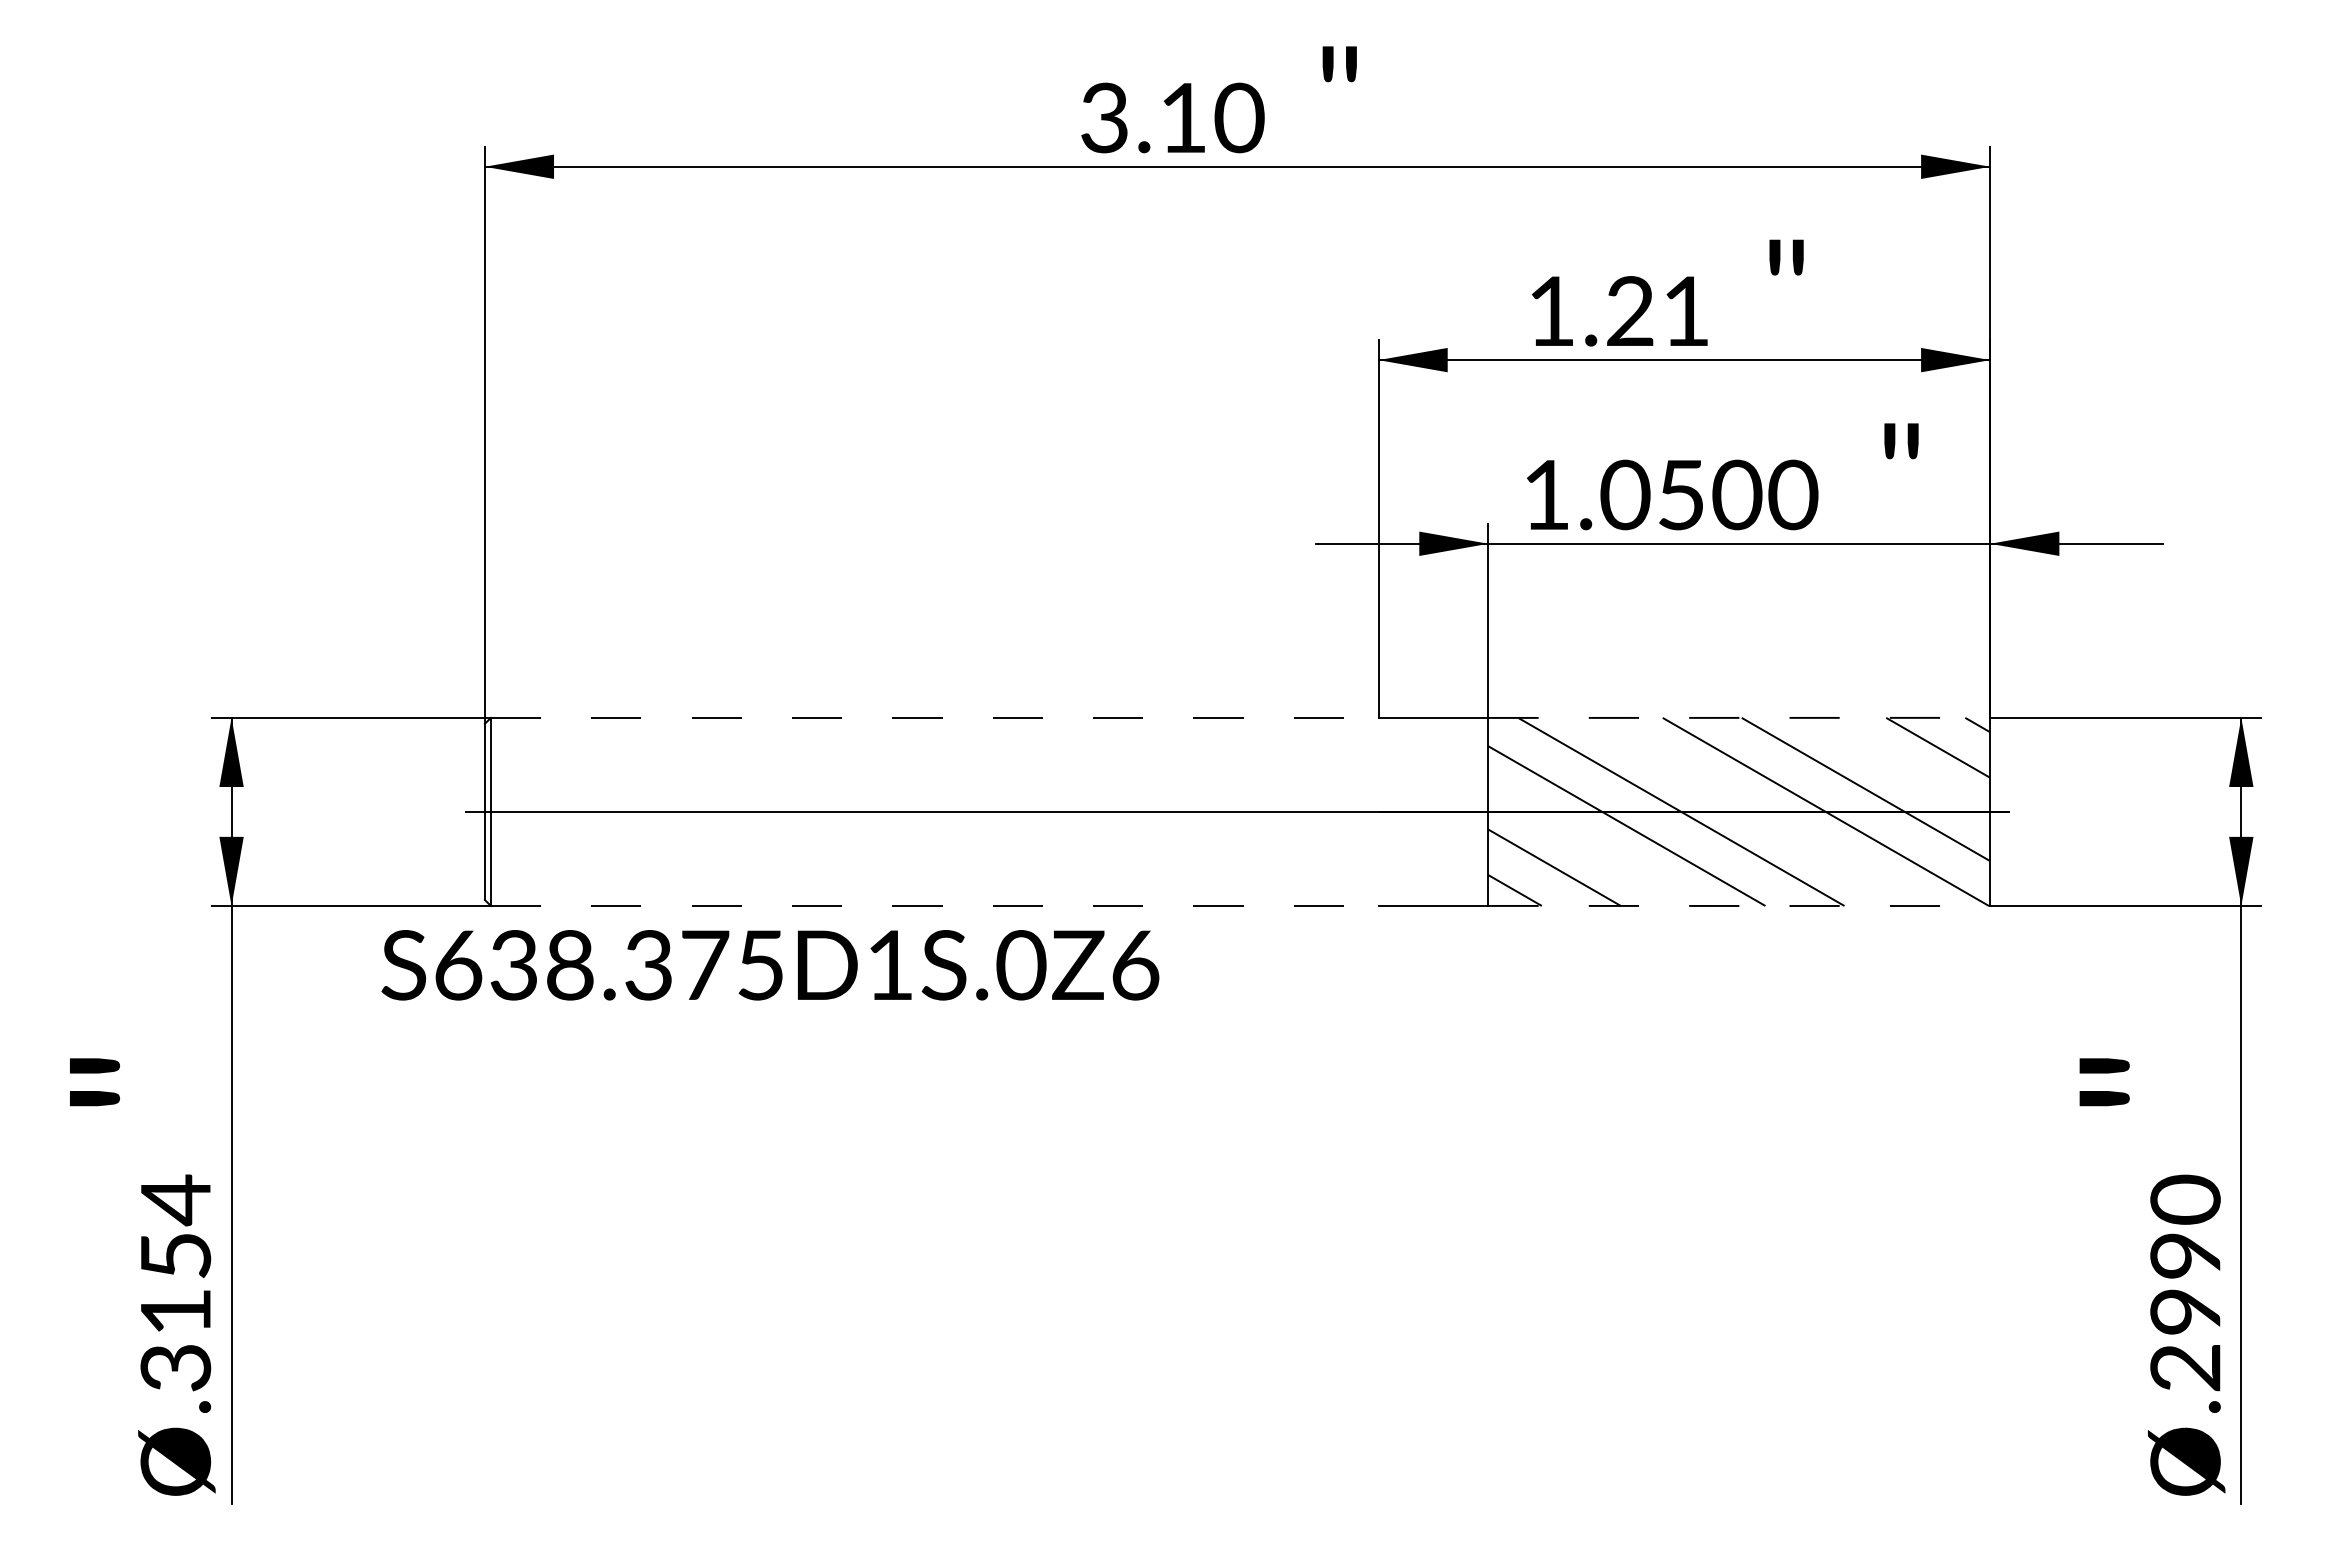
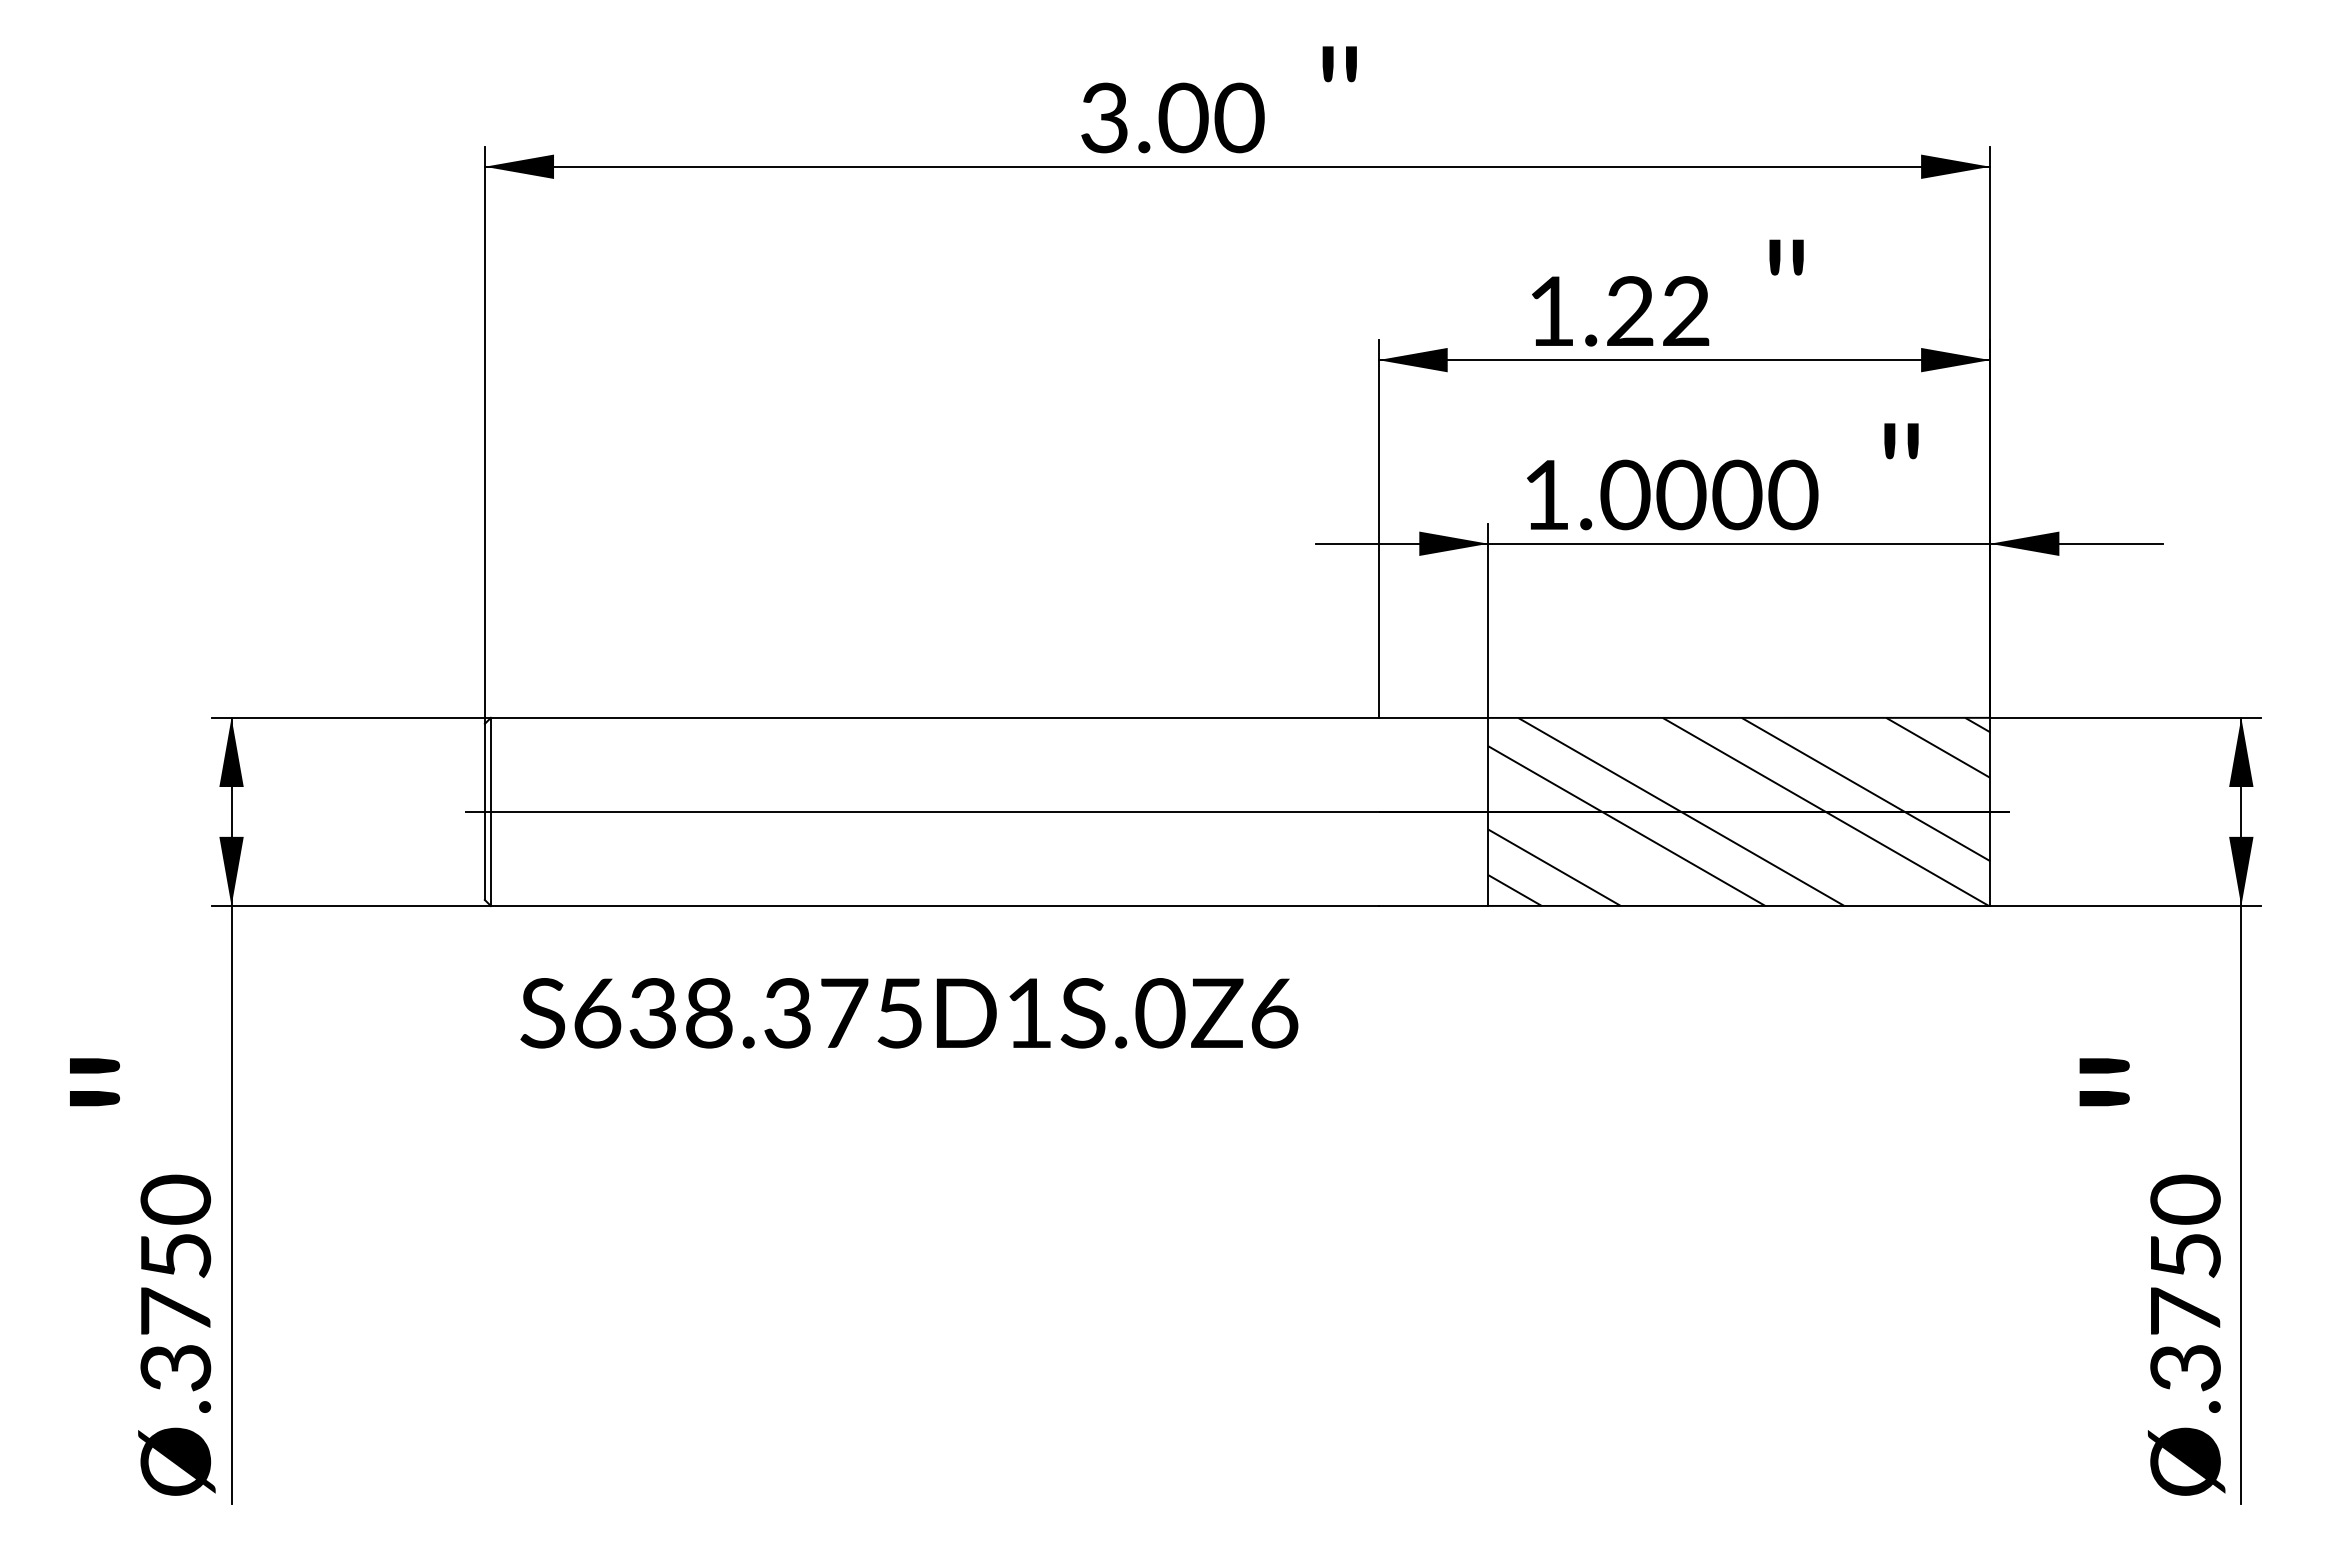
text at (1183, 117): 3.10 -> 3.00
text at (1686, 310): 1.21 -> 1.22
text at (1681, 494): 1.0500 -> 1.0000
line at (934, 717): dashed -> solid
line at (1739, 717): dashed -> solid
line at (1739, 905): dashed -> solid
line at (934, 906): dashed -> solid
text at (770, 965) position: (770, 965) -> (909, 1013)
text at (175, 1254): .3154 -> .3750
text at (2185, 1312): .2990 -> .3750
